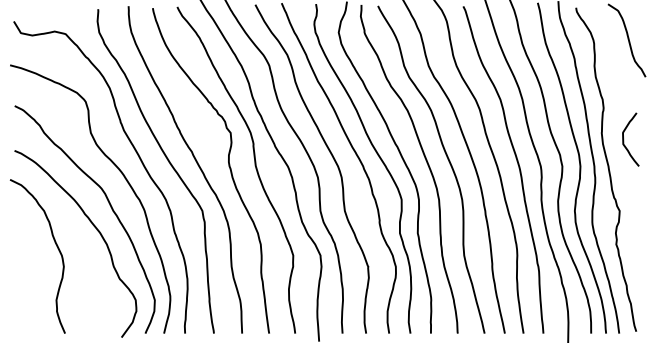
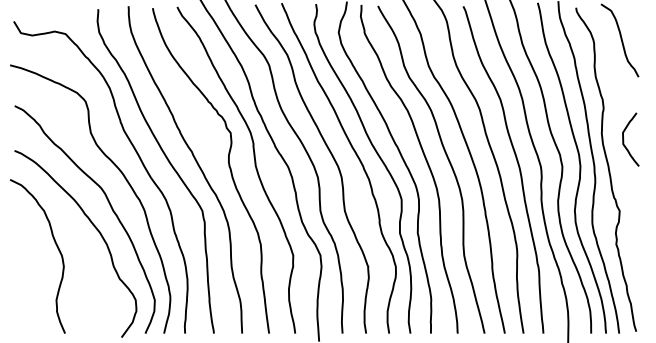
curve at (627, 39) position: (627, 39) -> (620, 39)
